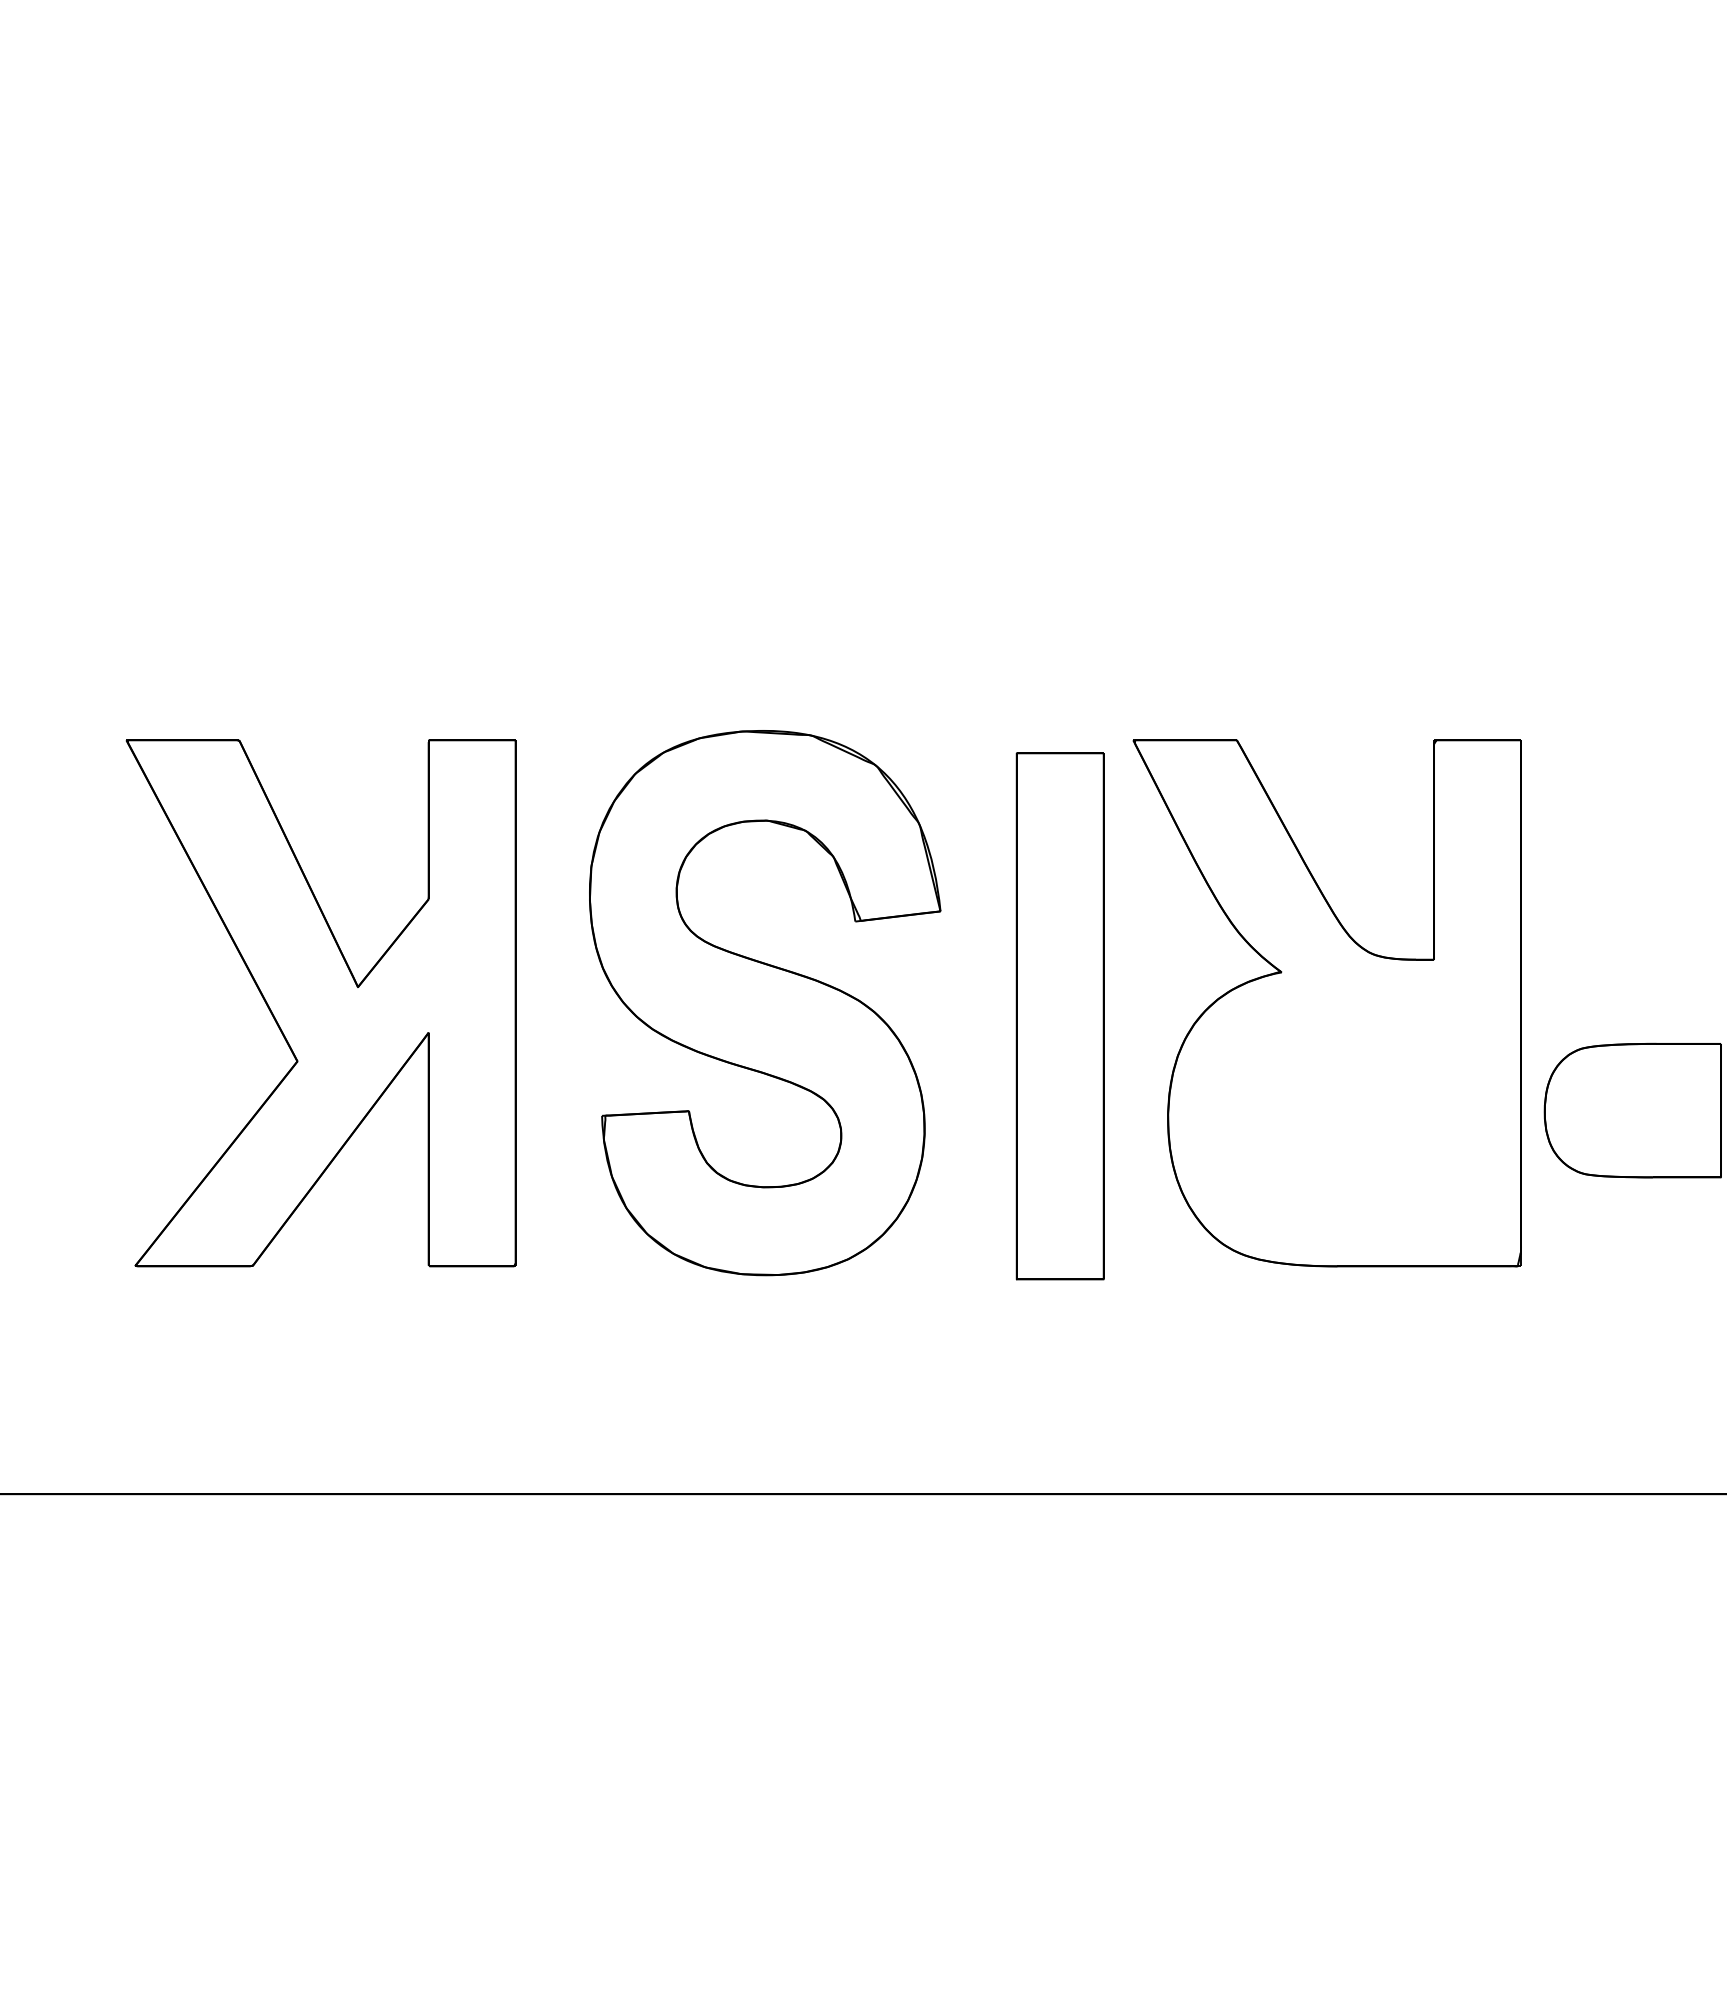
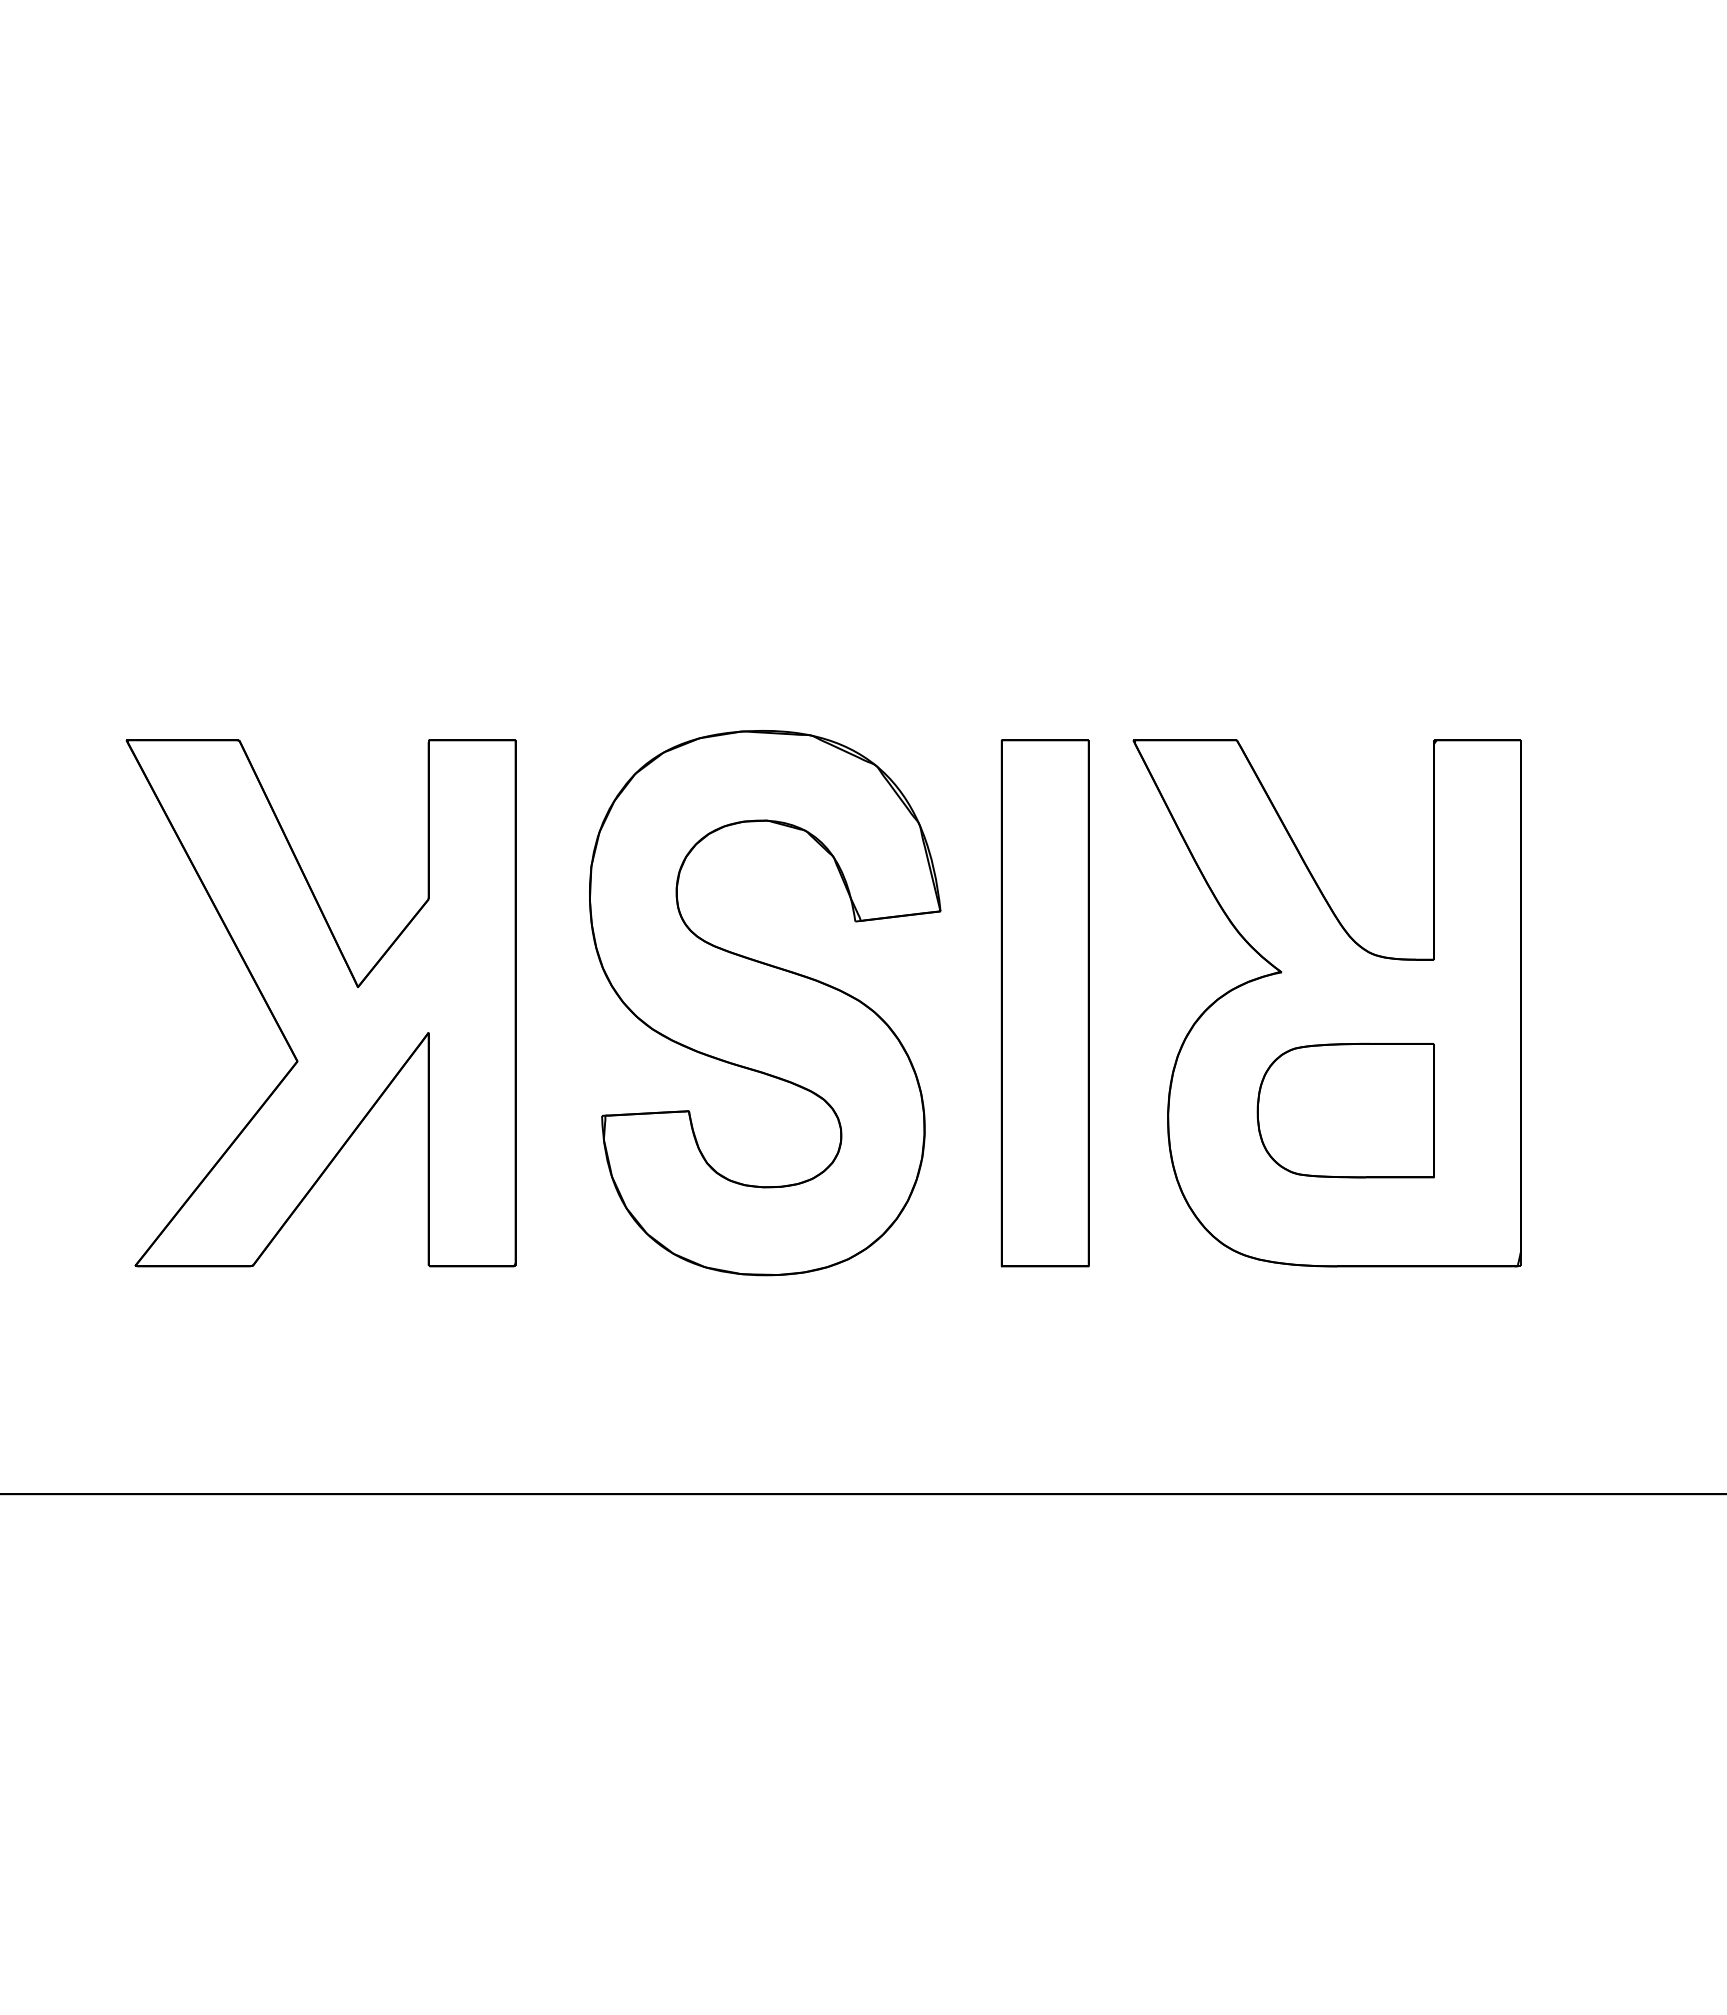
part at (1059, 1016) position: (1059, 1016) -> (1044, 1003)
part at (1632, 1110) position: (1632, 1110) -> (1345, 1110)
